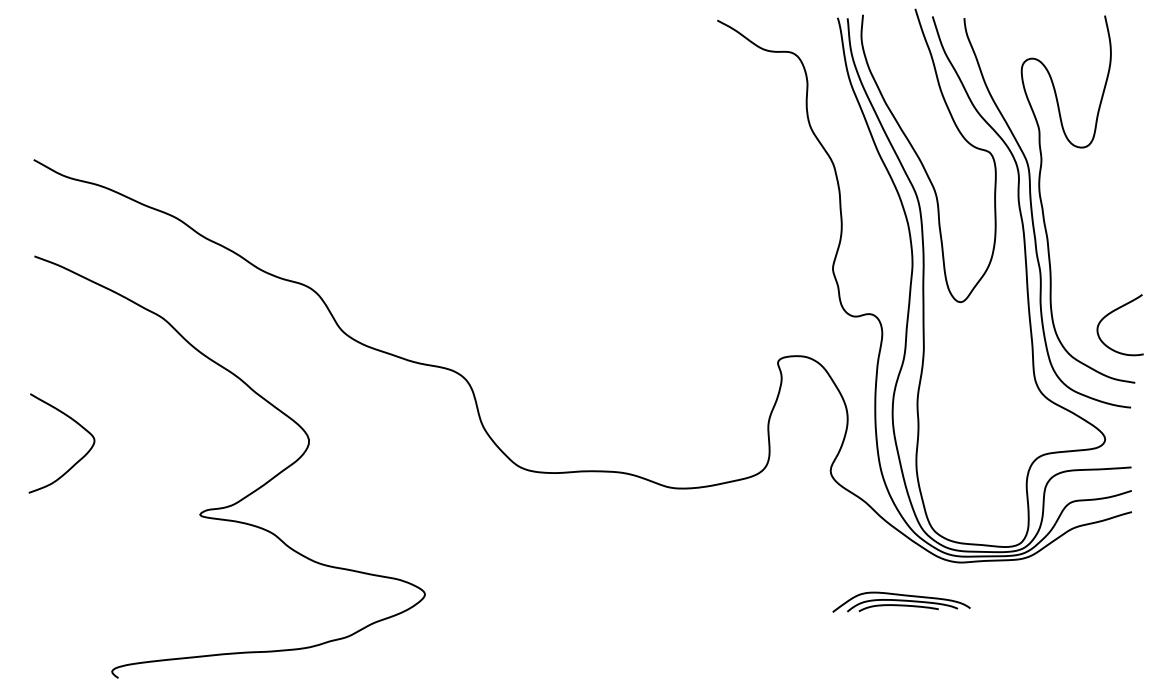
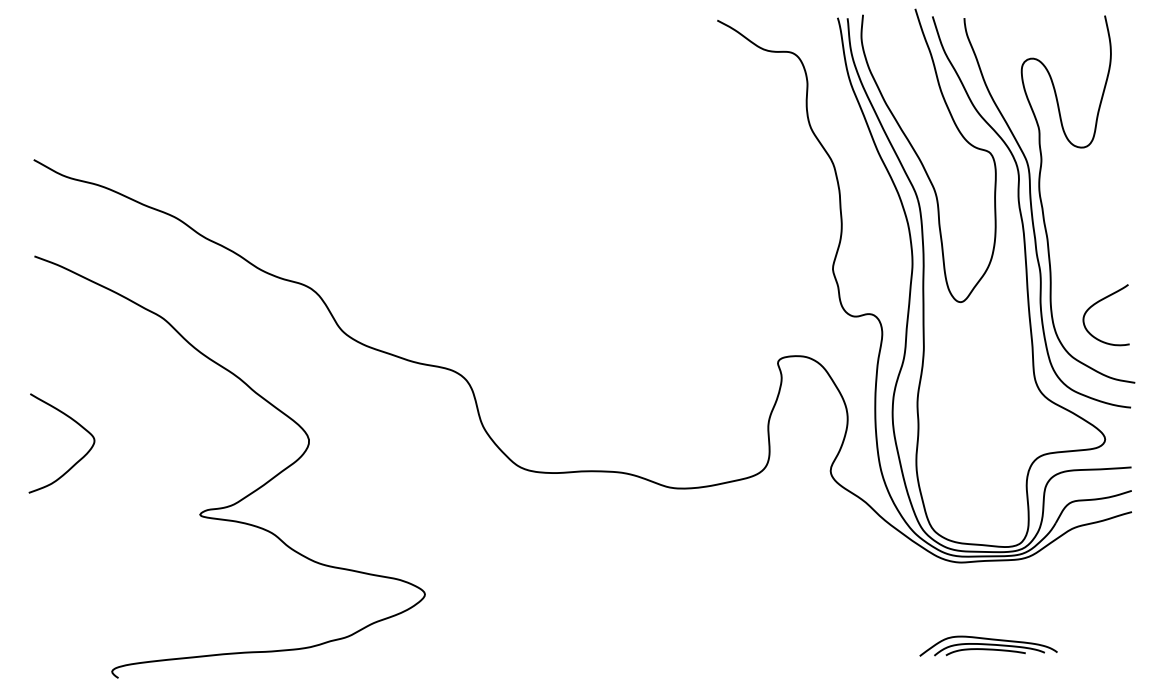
curve at (1113, 312) position: (1113, 312) -> (1099, 302)
part at (901, 601) position: (901, 601) -> (988, 645)
